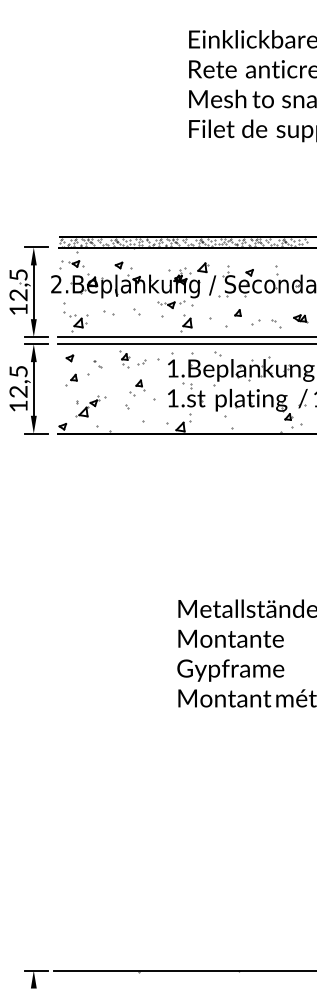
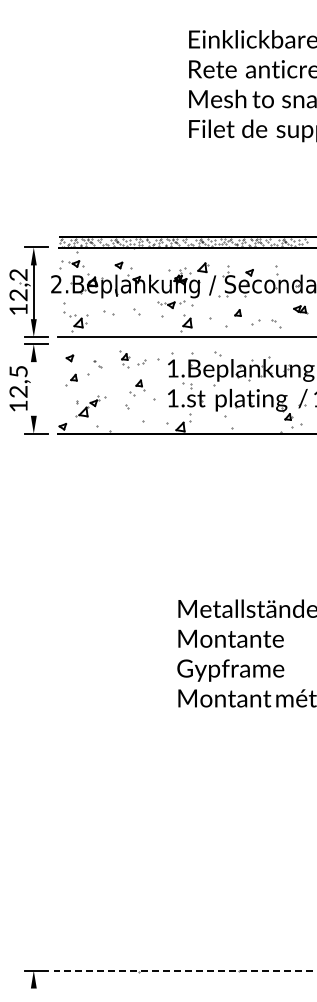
text at (18, 274): 12,5 -> 12,2
part at (300, 318) position: (300, 318) -> (300, 309)
line at (185, 344): present -> none
line at (33, 388): present -> none
line at (185, 970): solid -> dashed
